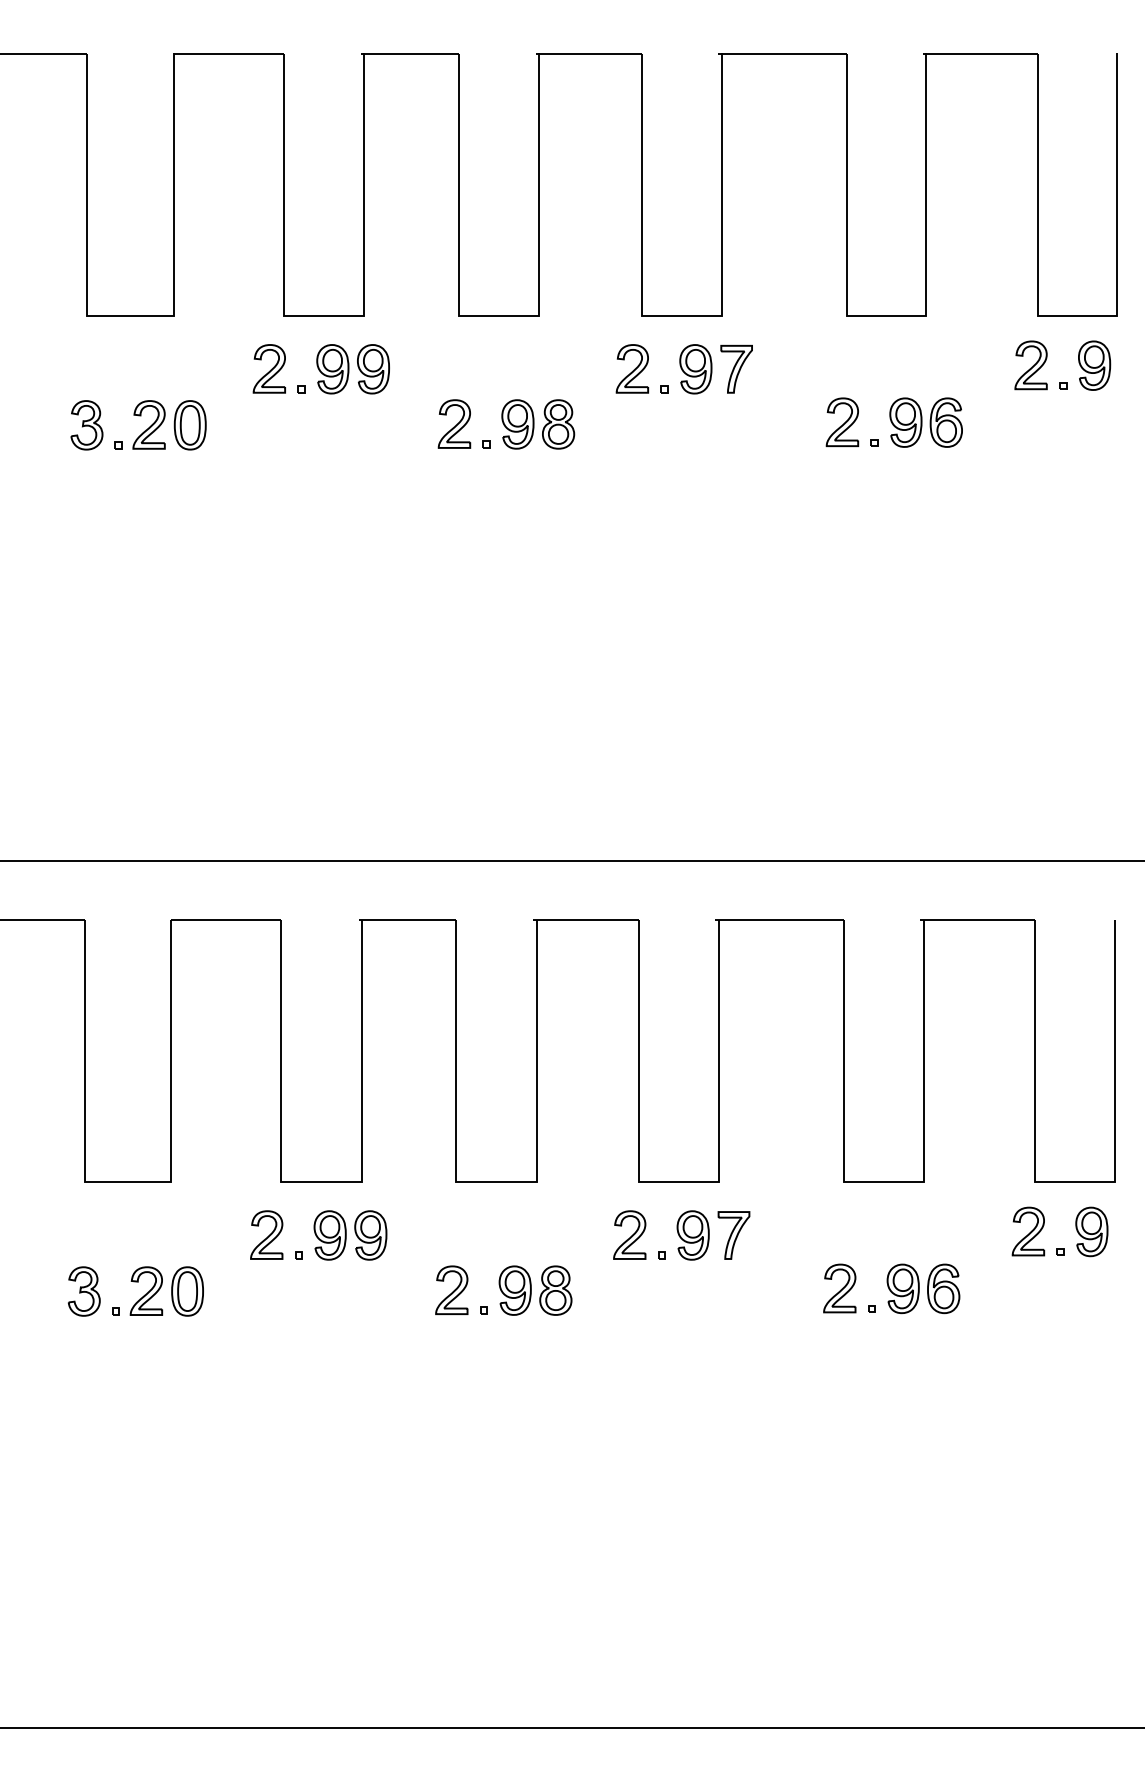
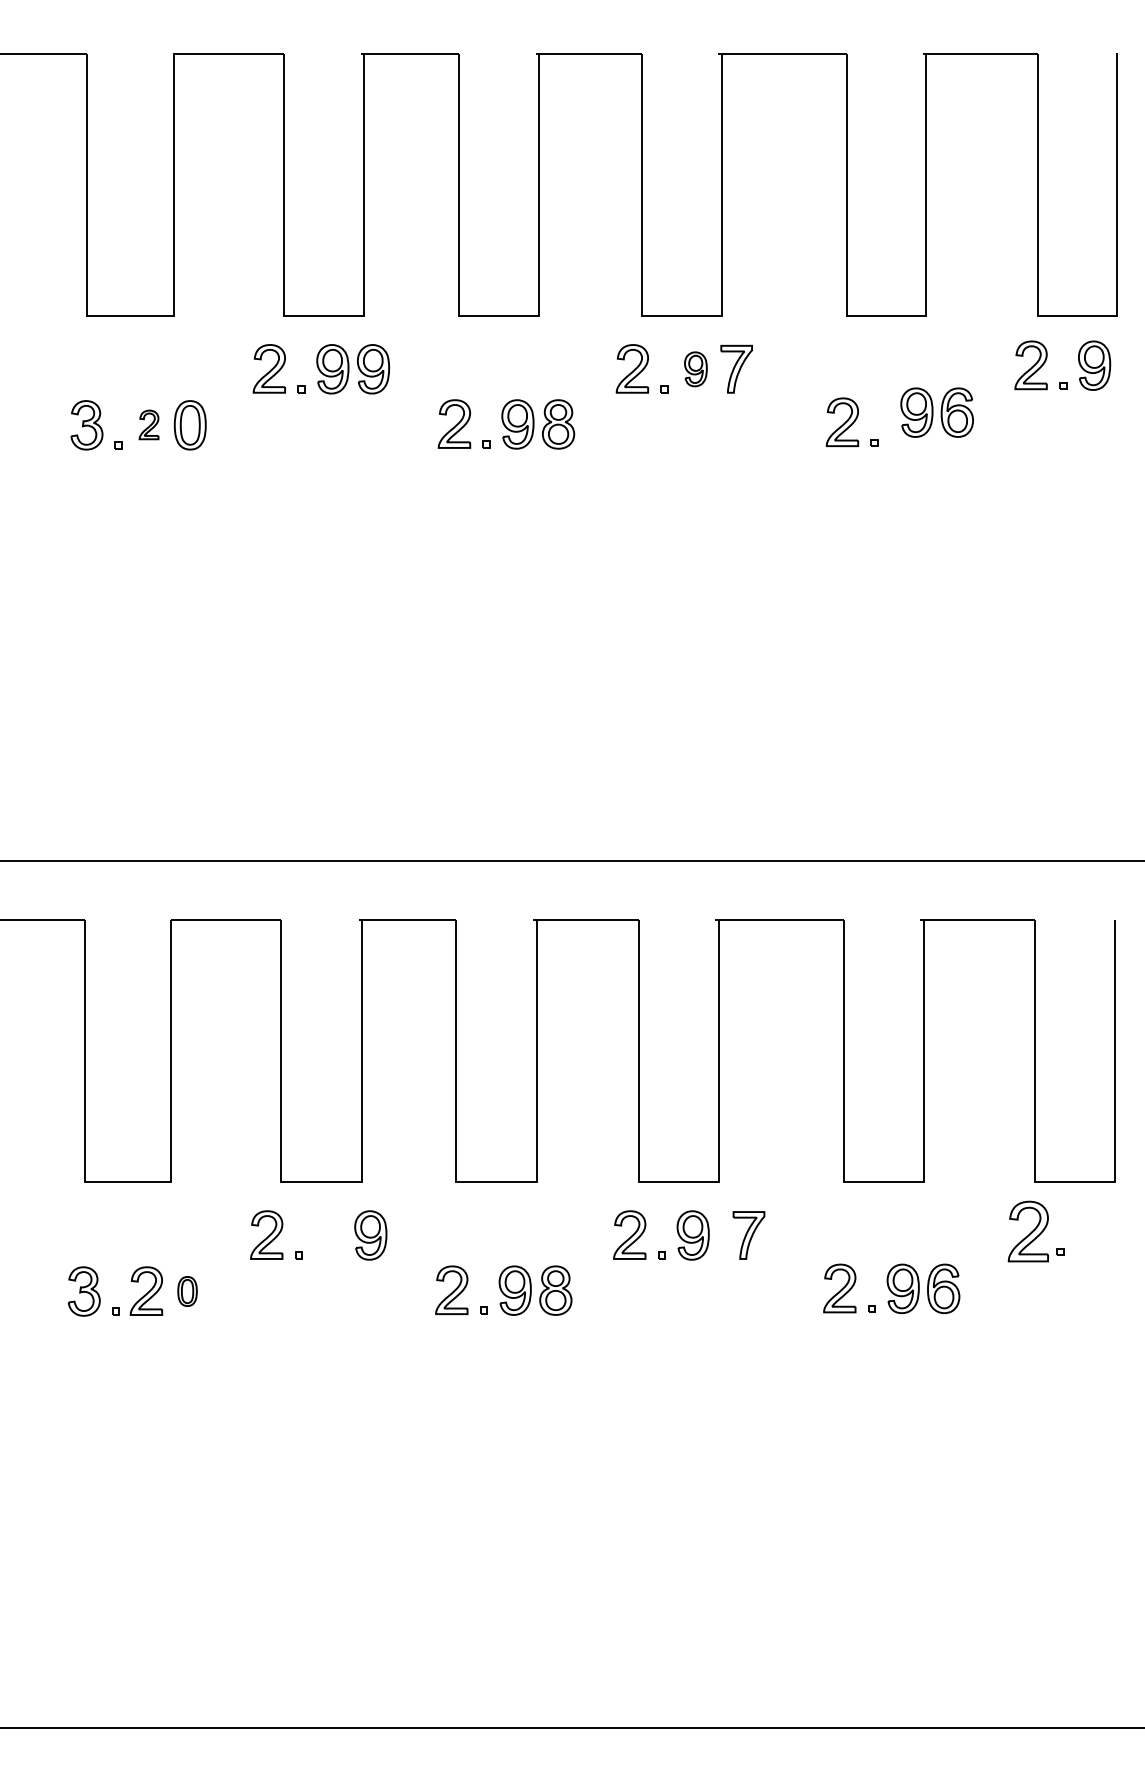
part at (695, 369) size: 34x51 px -> 24x37 px
part at (925, 422) position: (925, 422) -> (936, 412)
part at (148, 424) size: 34x50 px -> 22x32 px
part at (1028, 1231) size: 35x51 px -> 42x63 px
part at (1091, 1231): present -> none
part at (329, 1235): present -> none
part at (733, 1235) position: (733, 1235) -> (748, 1235)
part at (187, 1291) size: 33x51 px -> 21x31 px
